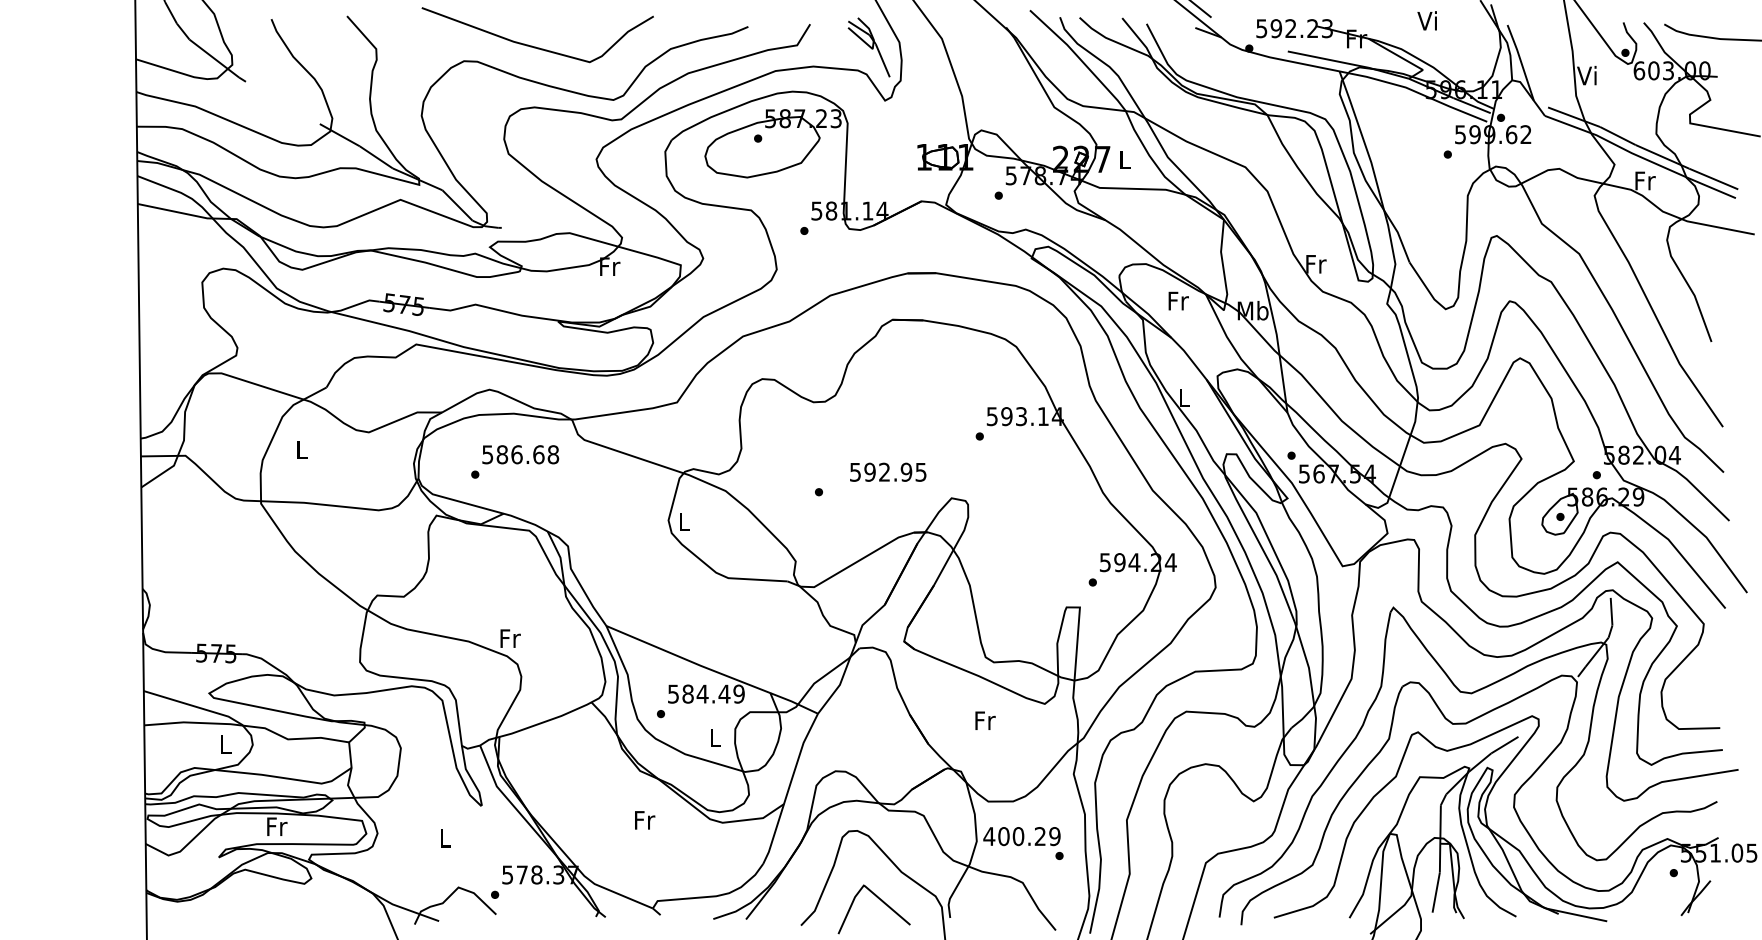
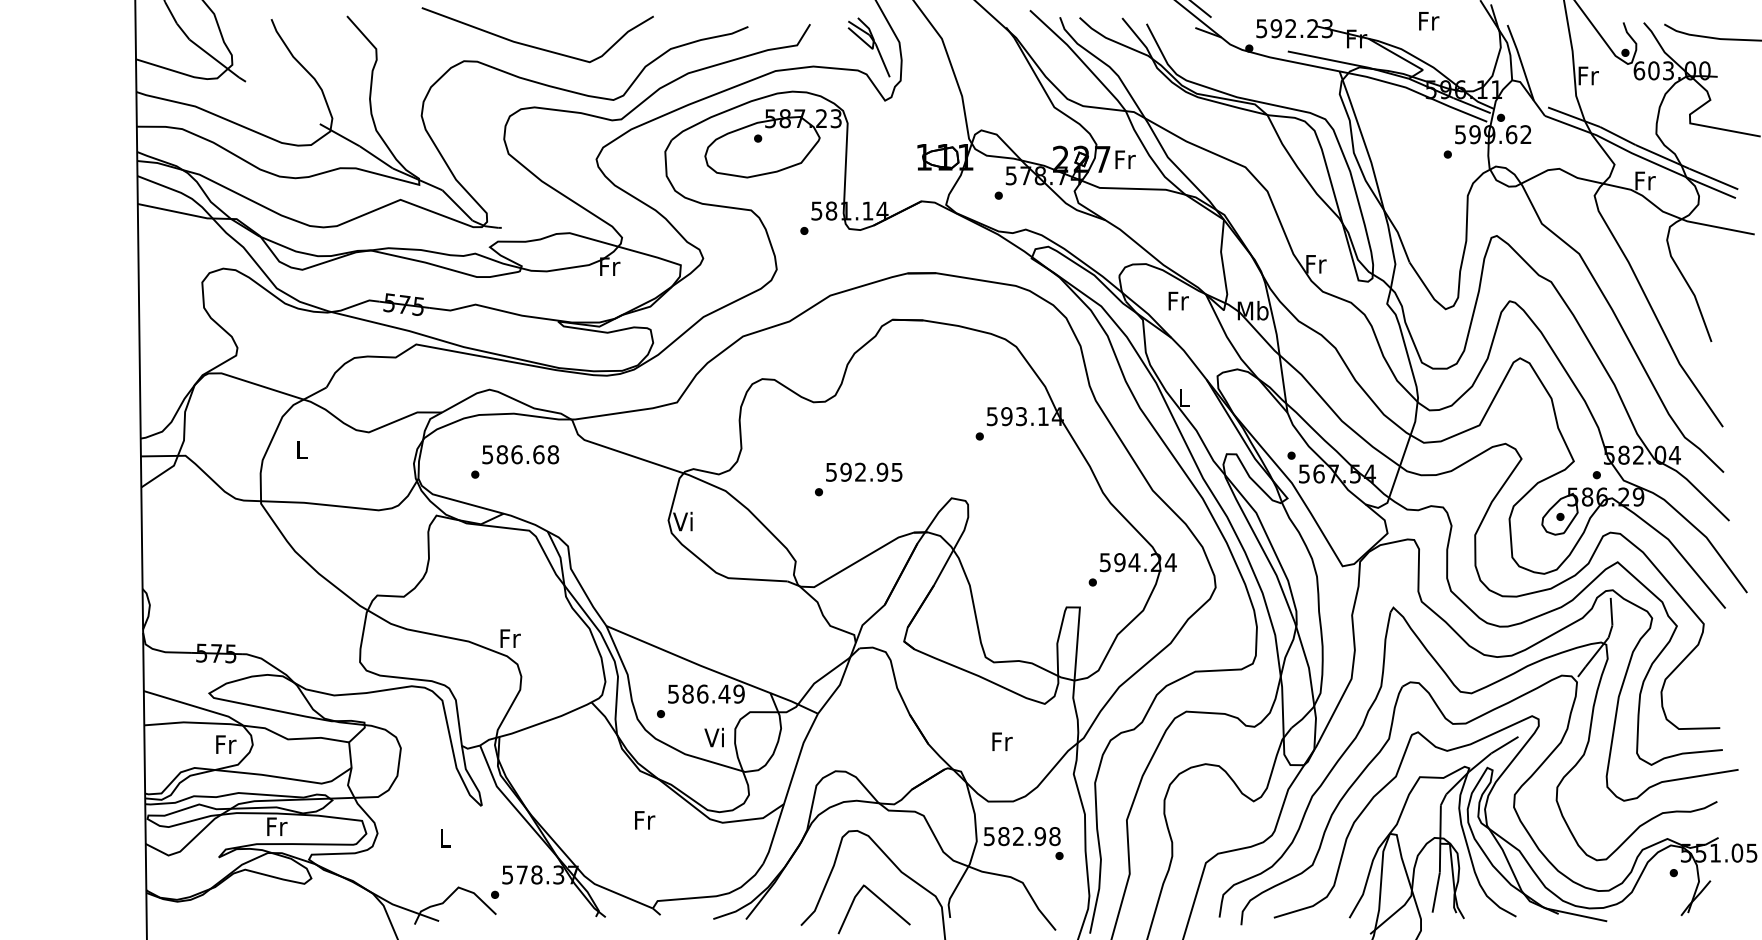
text at (1428, 20): Vi -> Fr
text at (1587, 75): Vi -> Fr
text at (1125, 159): L -> Fr
text at (888, 471) position: (888, 471) -> (864, 471)
text at (682, 521): L -> Vi
text at (702, 693): 584.49 -> 586.49
text at (985, 720) position: (985, 720) -> (1002, 741)
text at (713, 737): L -> Vi
text at (226, 744): L -> Fr
text at (1021, 836): 400.29 -> 582.98
